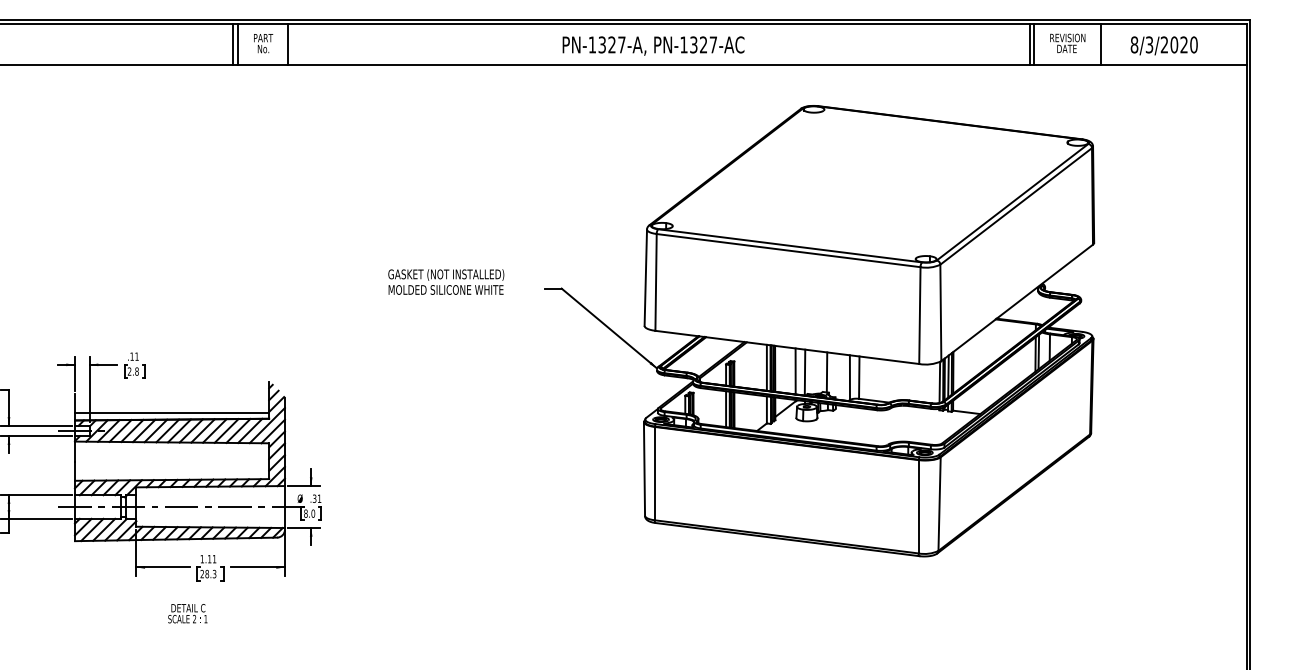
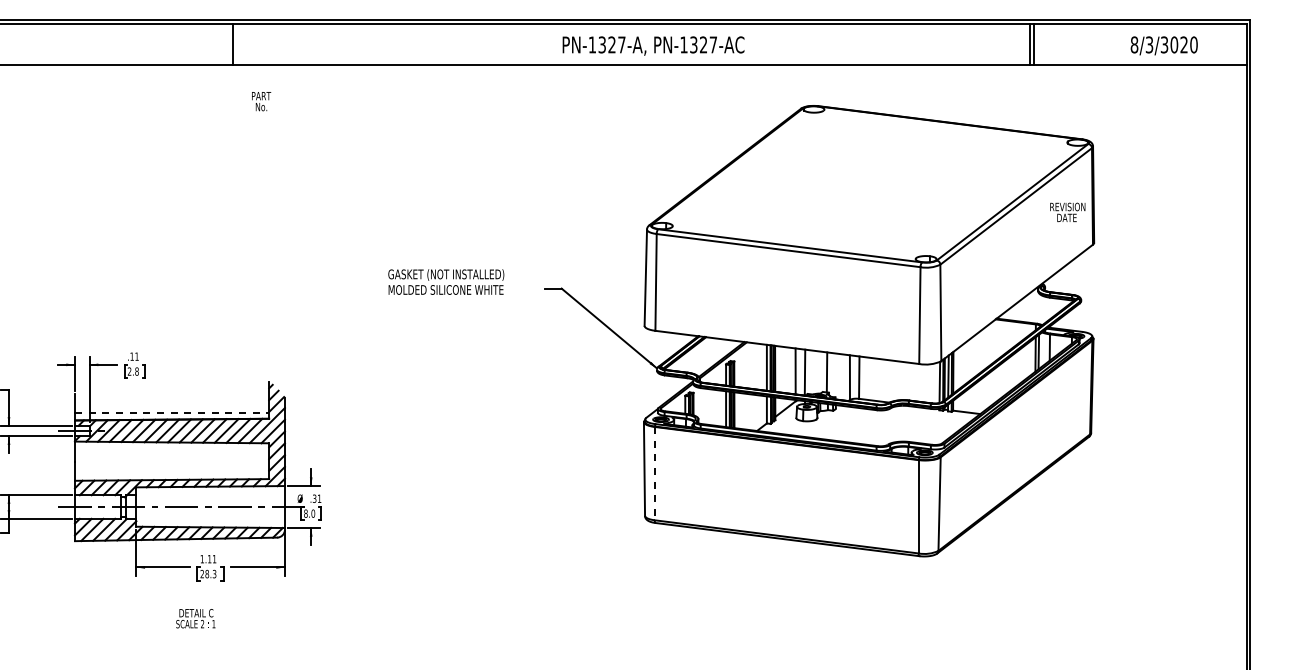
text at (263, 43) position: (263, 43) -> (261, 101)
text at (1067, 43) position: (1067, 43) -> (1067, 212)
line at (237, 44): present -> none
line at (287, 44): present -> none
line at (1100, 44): present -> none
text at (1164, 44): 8/3/2020 -> 8/3/3020
line at (172, 412): solid -> dashed
line at (654, 473): solid -> dashed
text at (187, 613) position: (187, 613) -> (195, 618)
